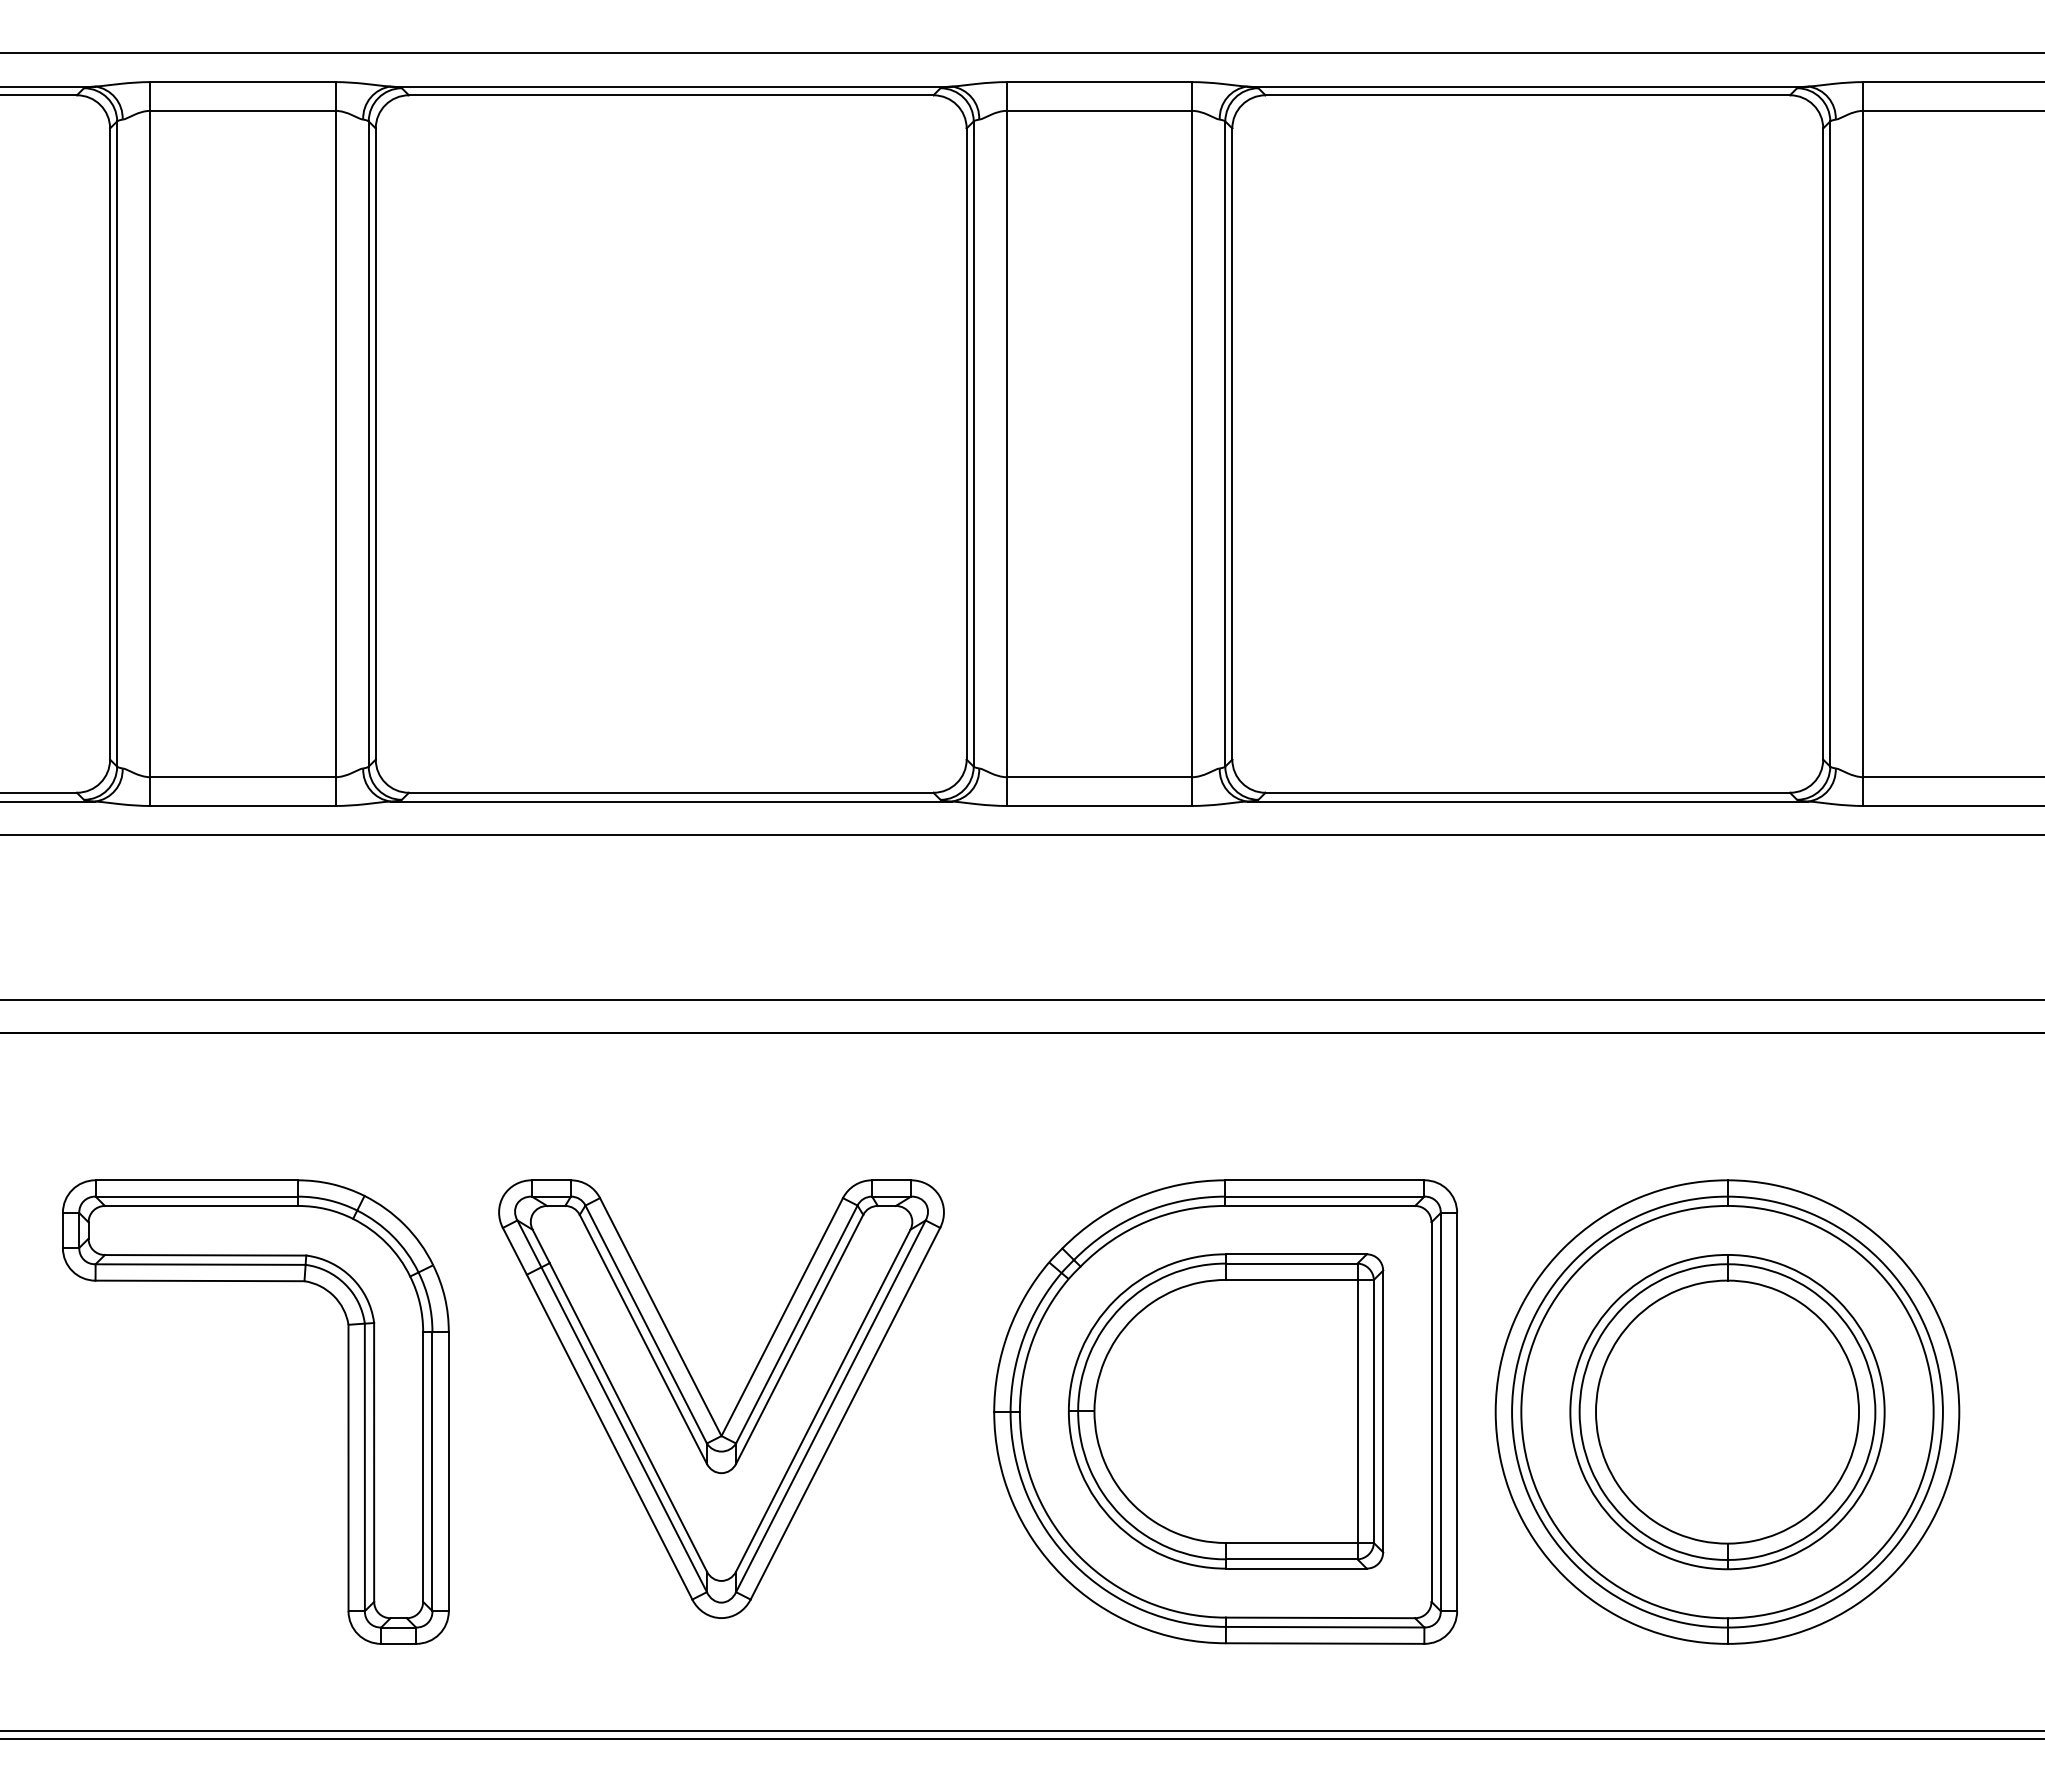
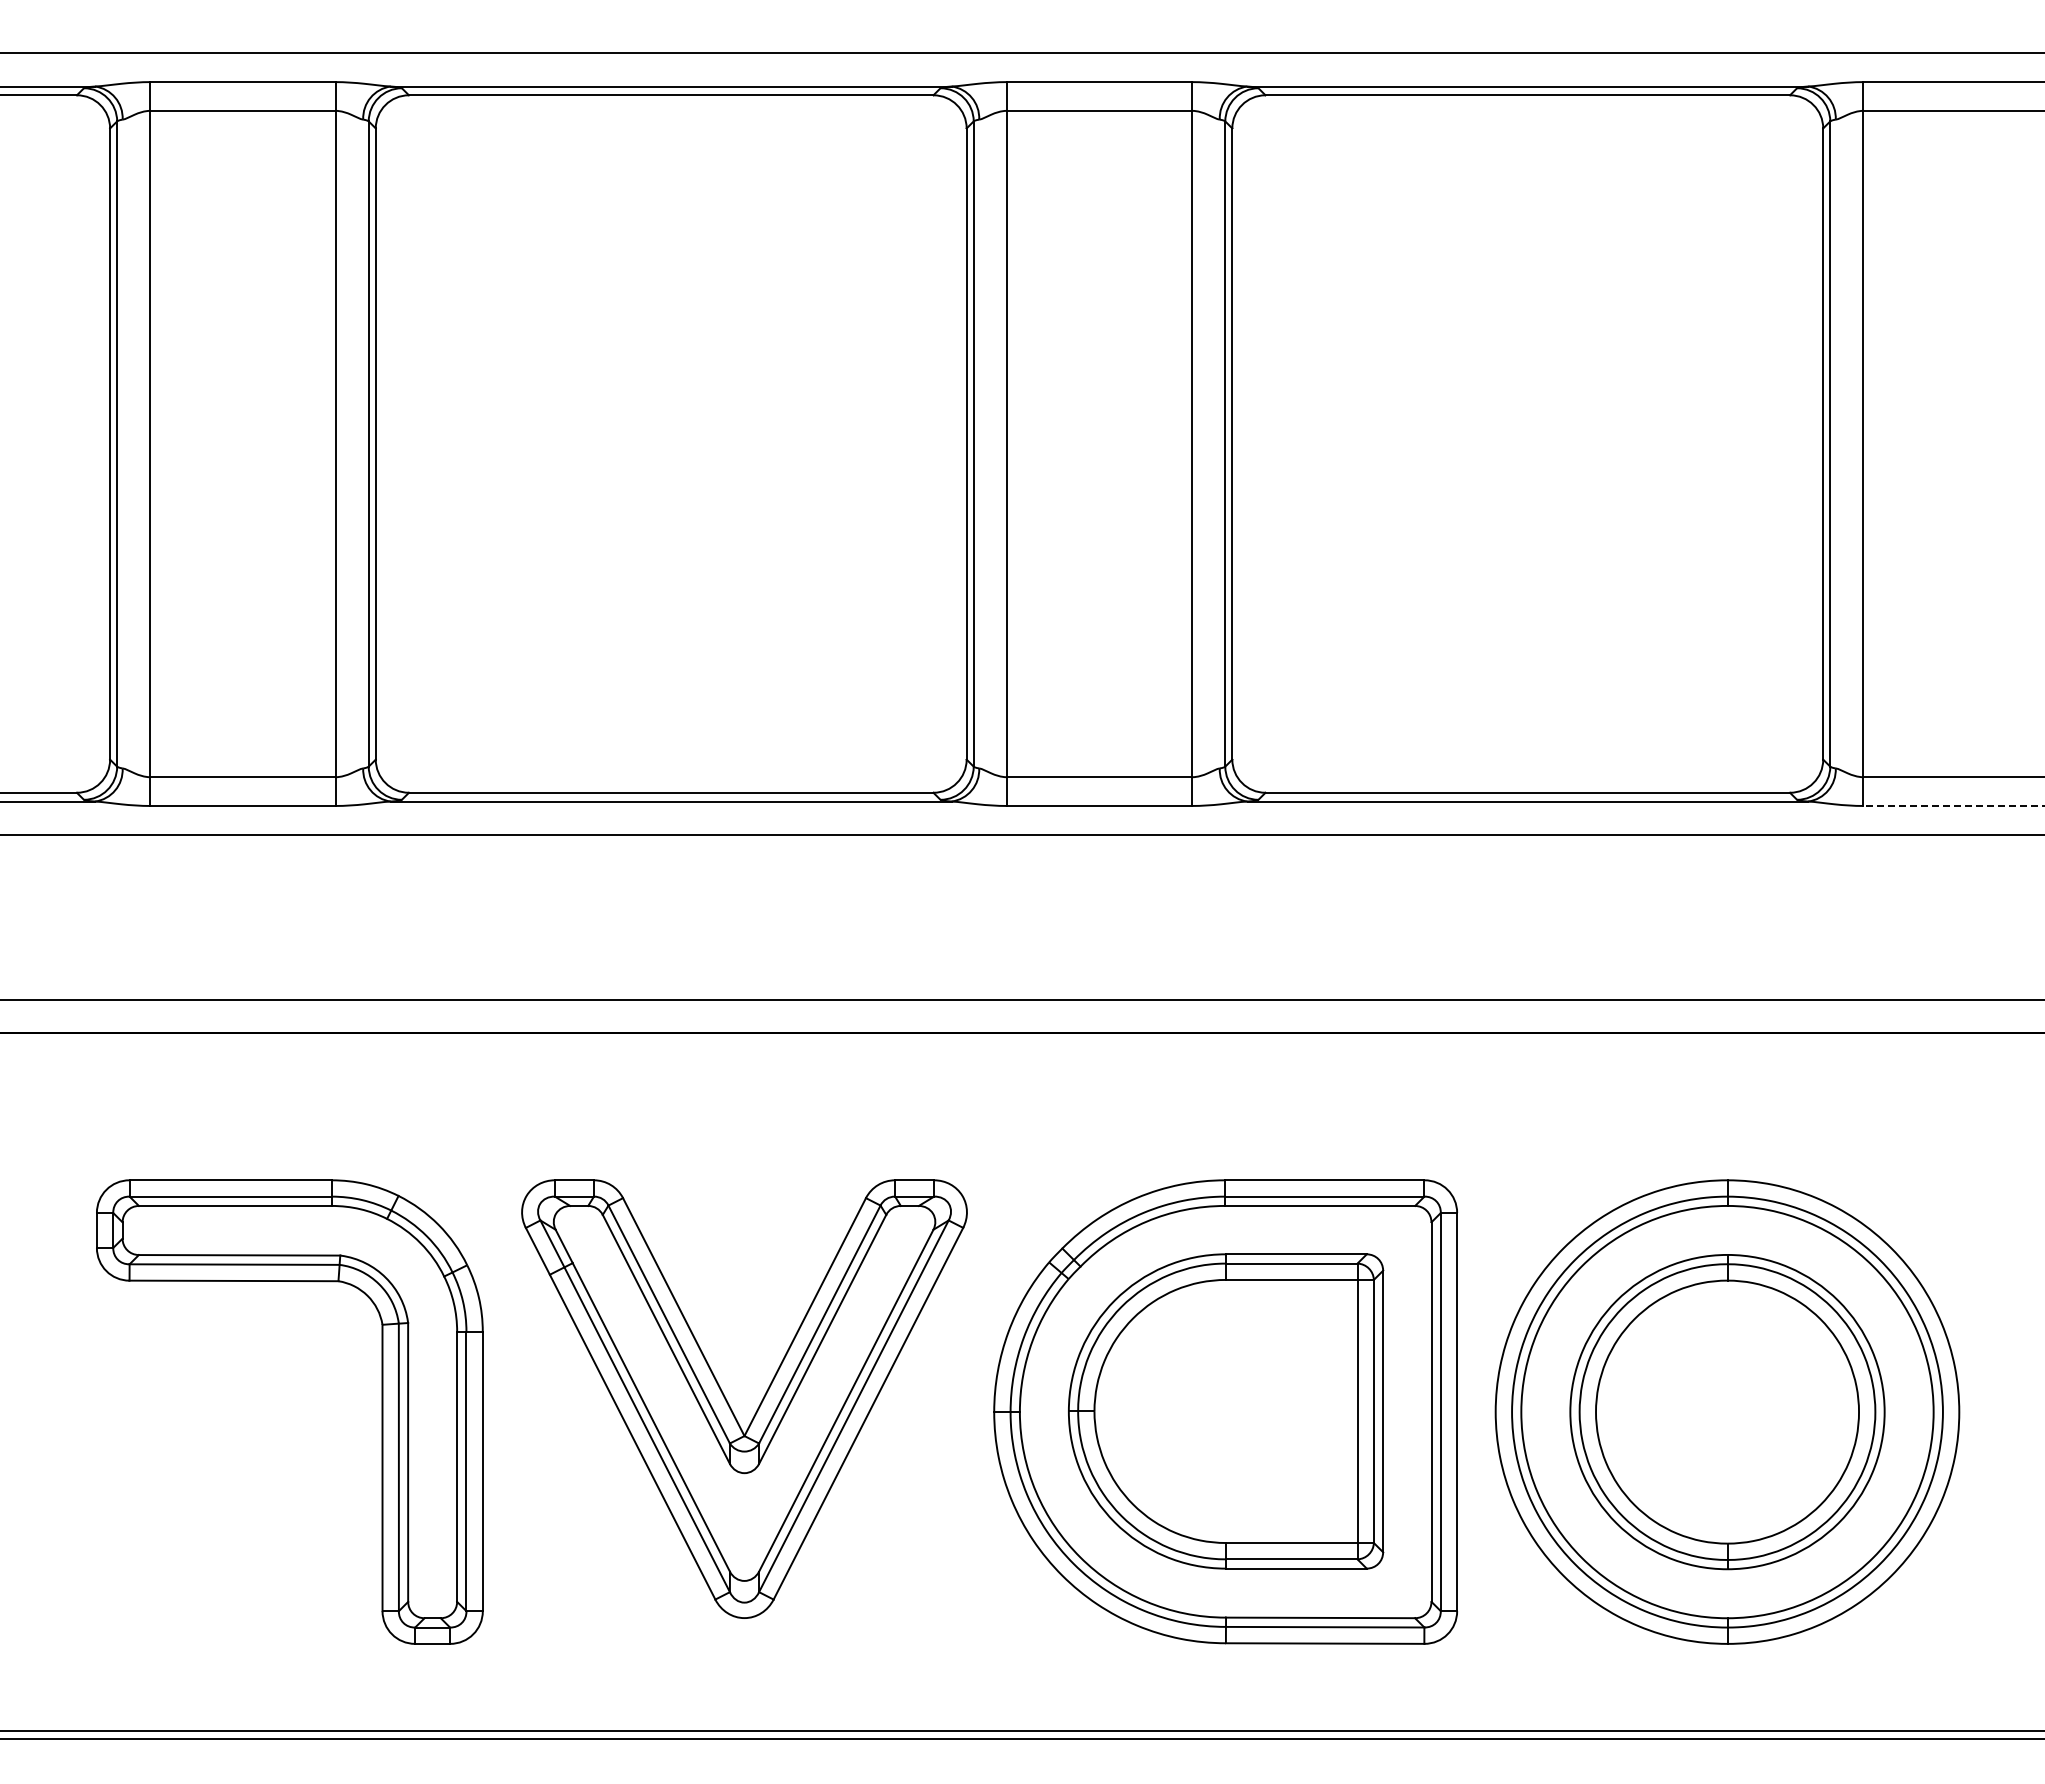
line at (1954, 805): solid -> dashed
part at (707, 1406) position: (707, 1406) -> (730, 1406)
part at (347, 1411) position: (347, 1411) -> (381, 1411)
